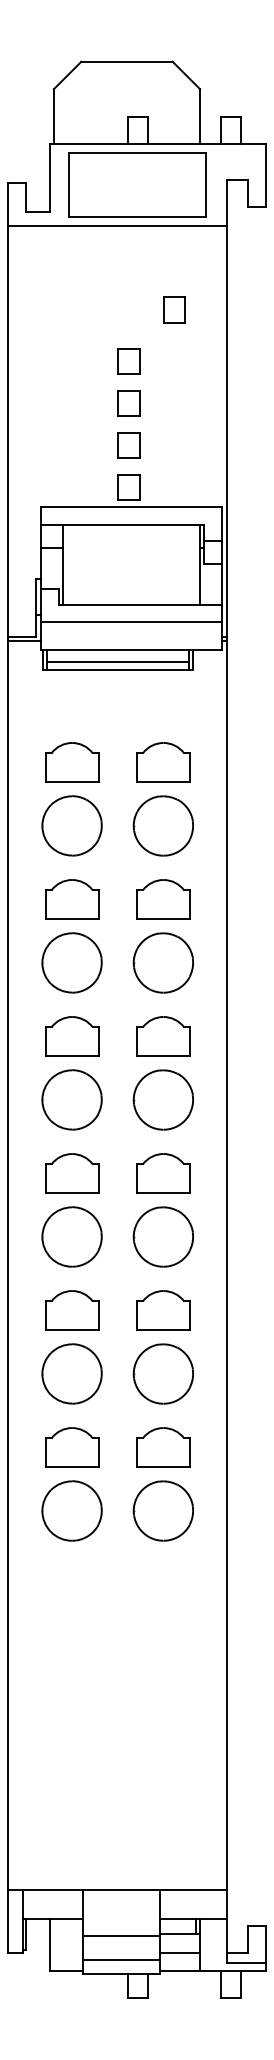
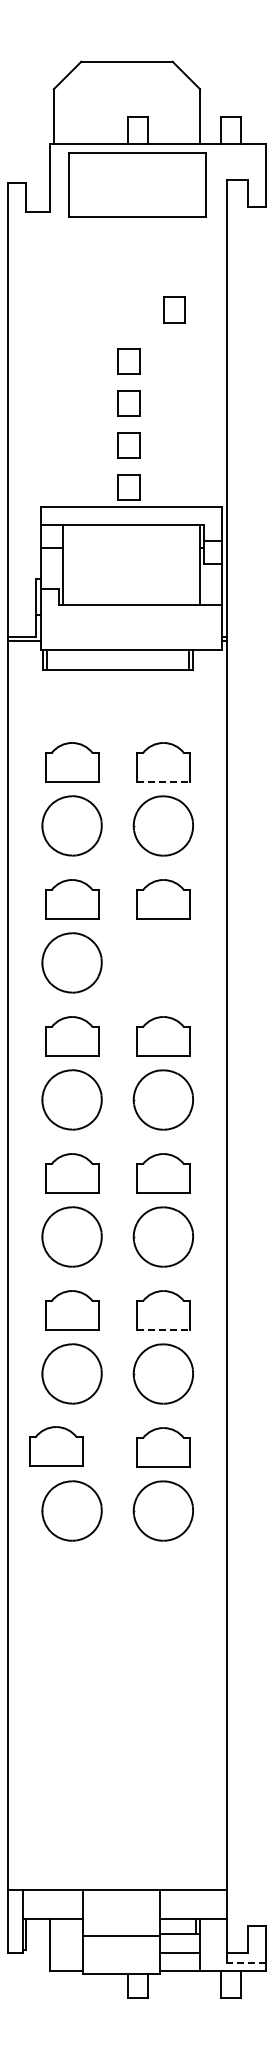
line at (117, 226): present -> none
line at (131, 622): present -> none
line at (117, 662): present -> none
line at (164, 782): solid -> dashed
part at (162, 962): present -> none
line at (164, 1330): solid -> dashed
part at (72, 1447) position: (72, 1447) -> (56, 1446)
line at (121, 1960): present -> none
line at (246, 1962): solid -> dashed
